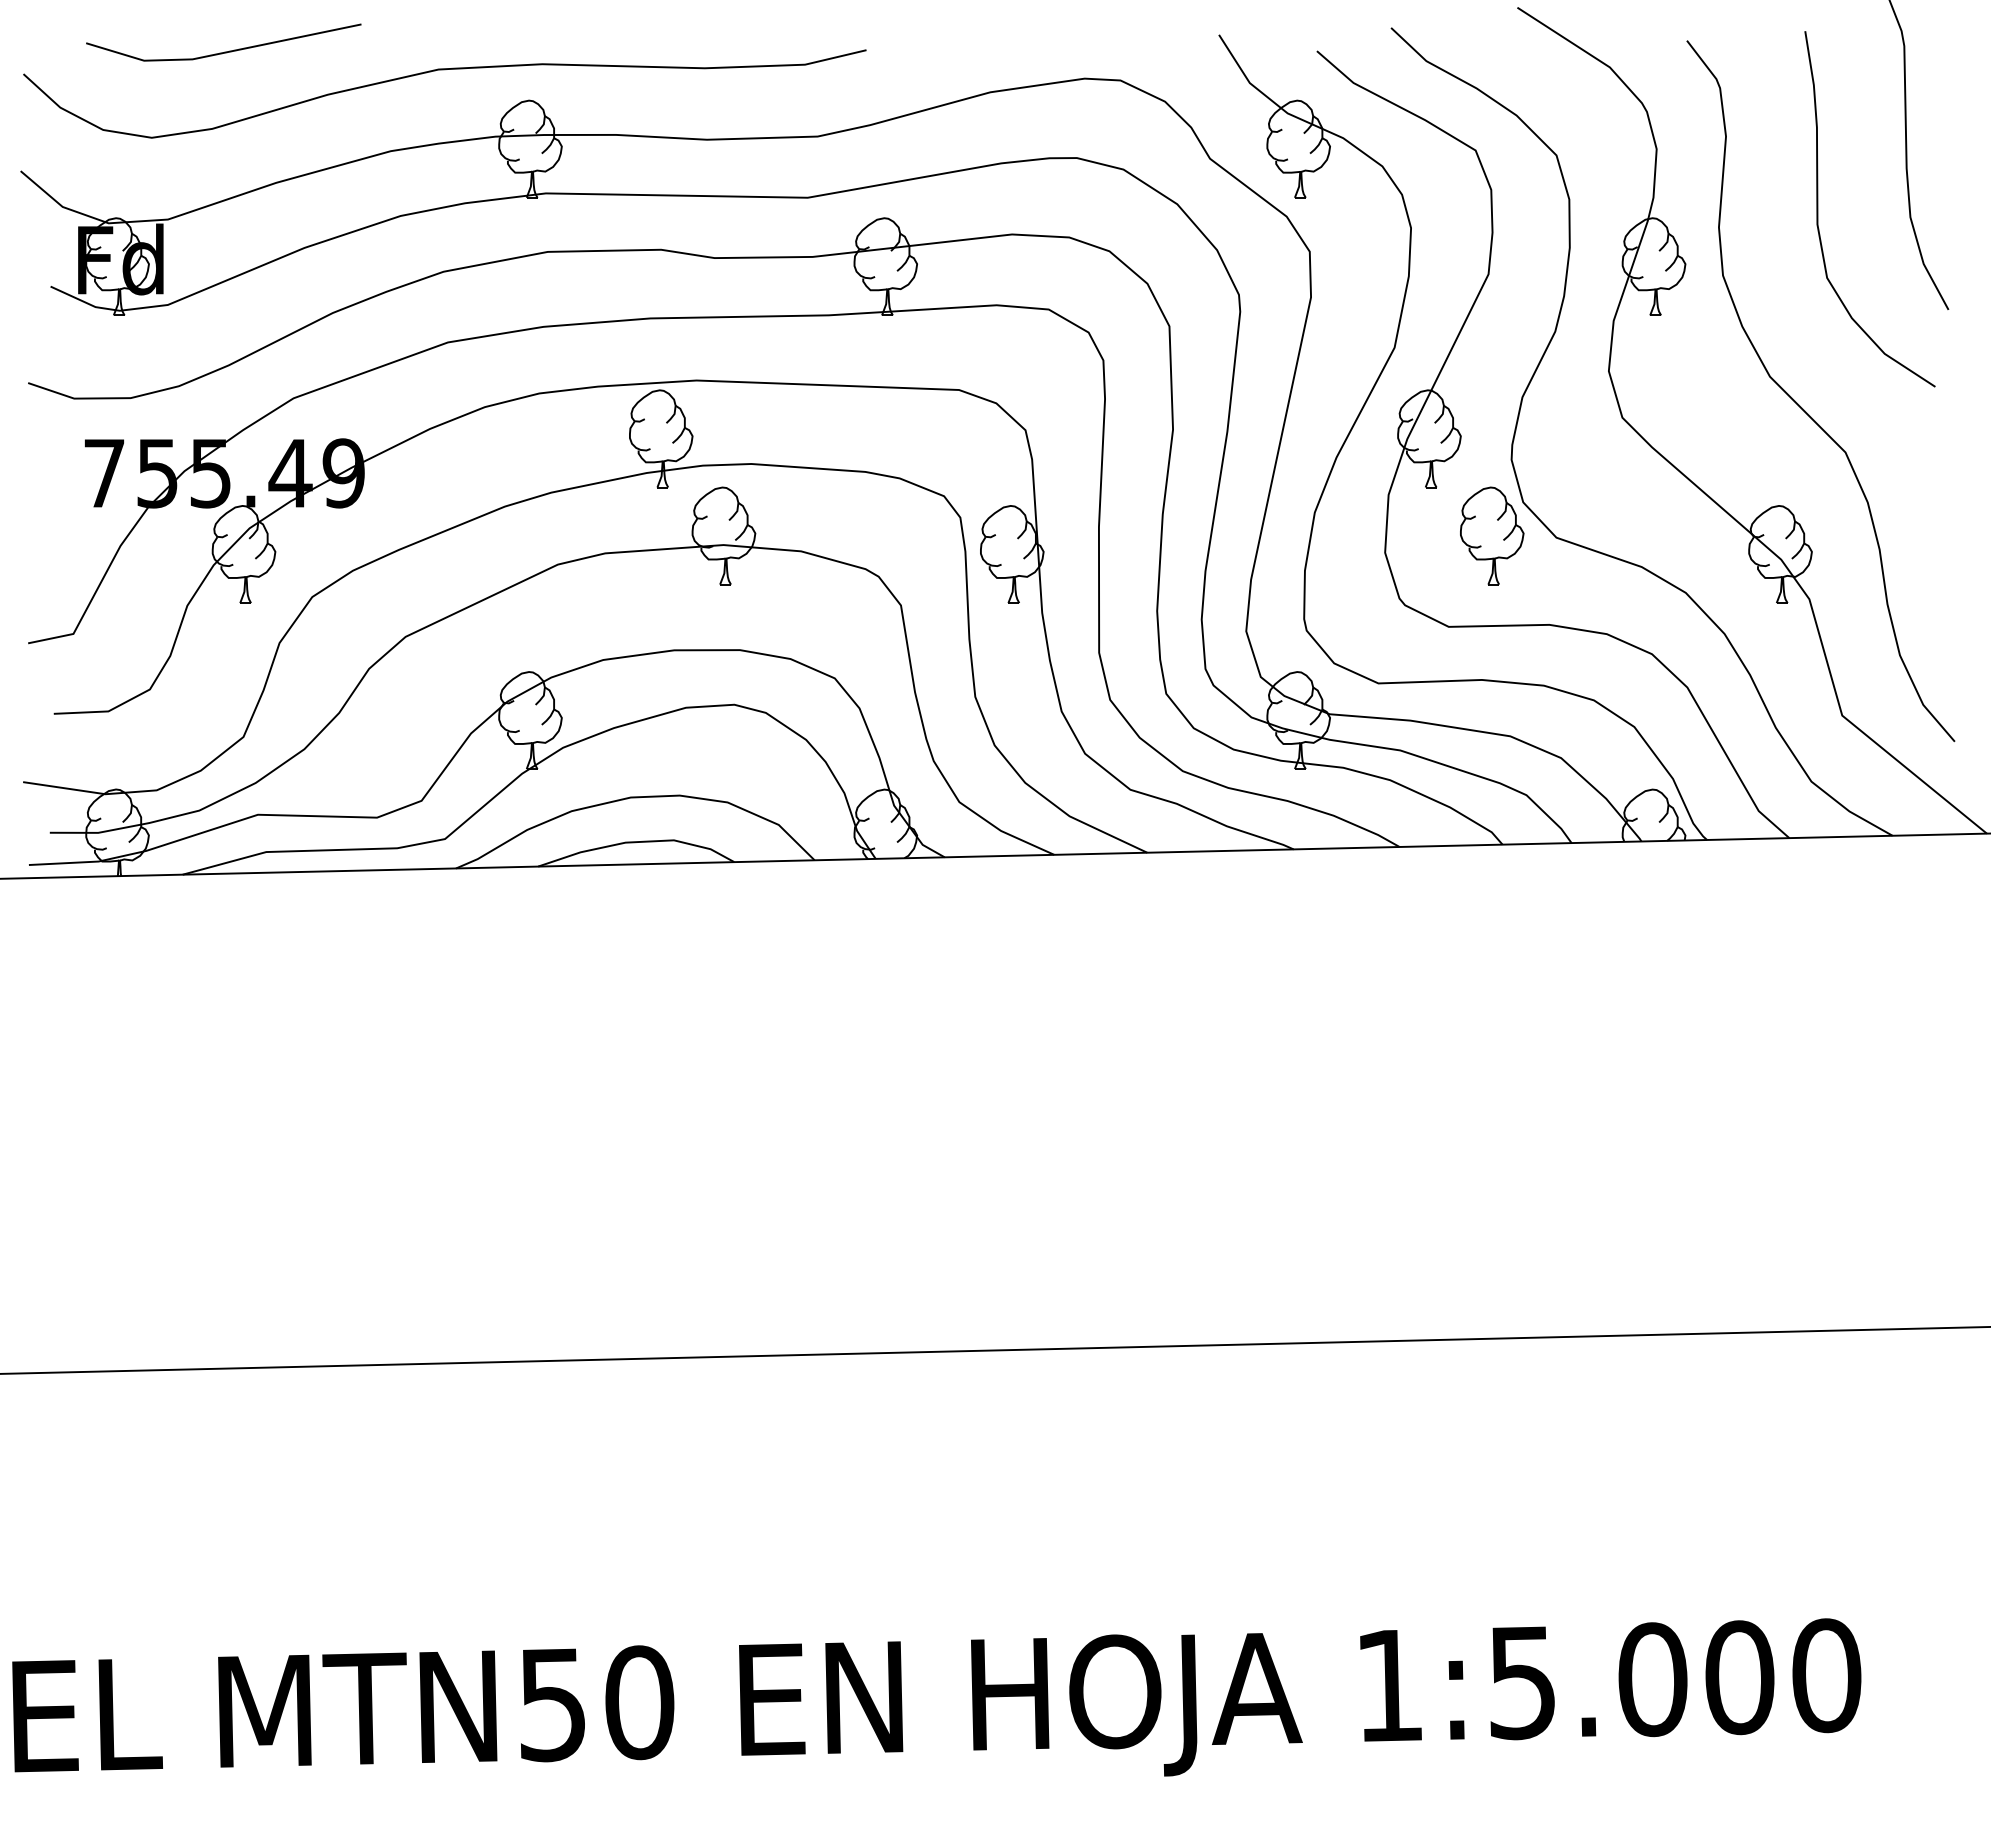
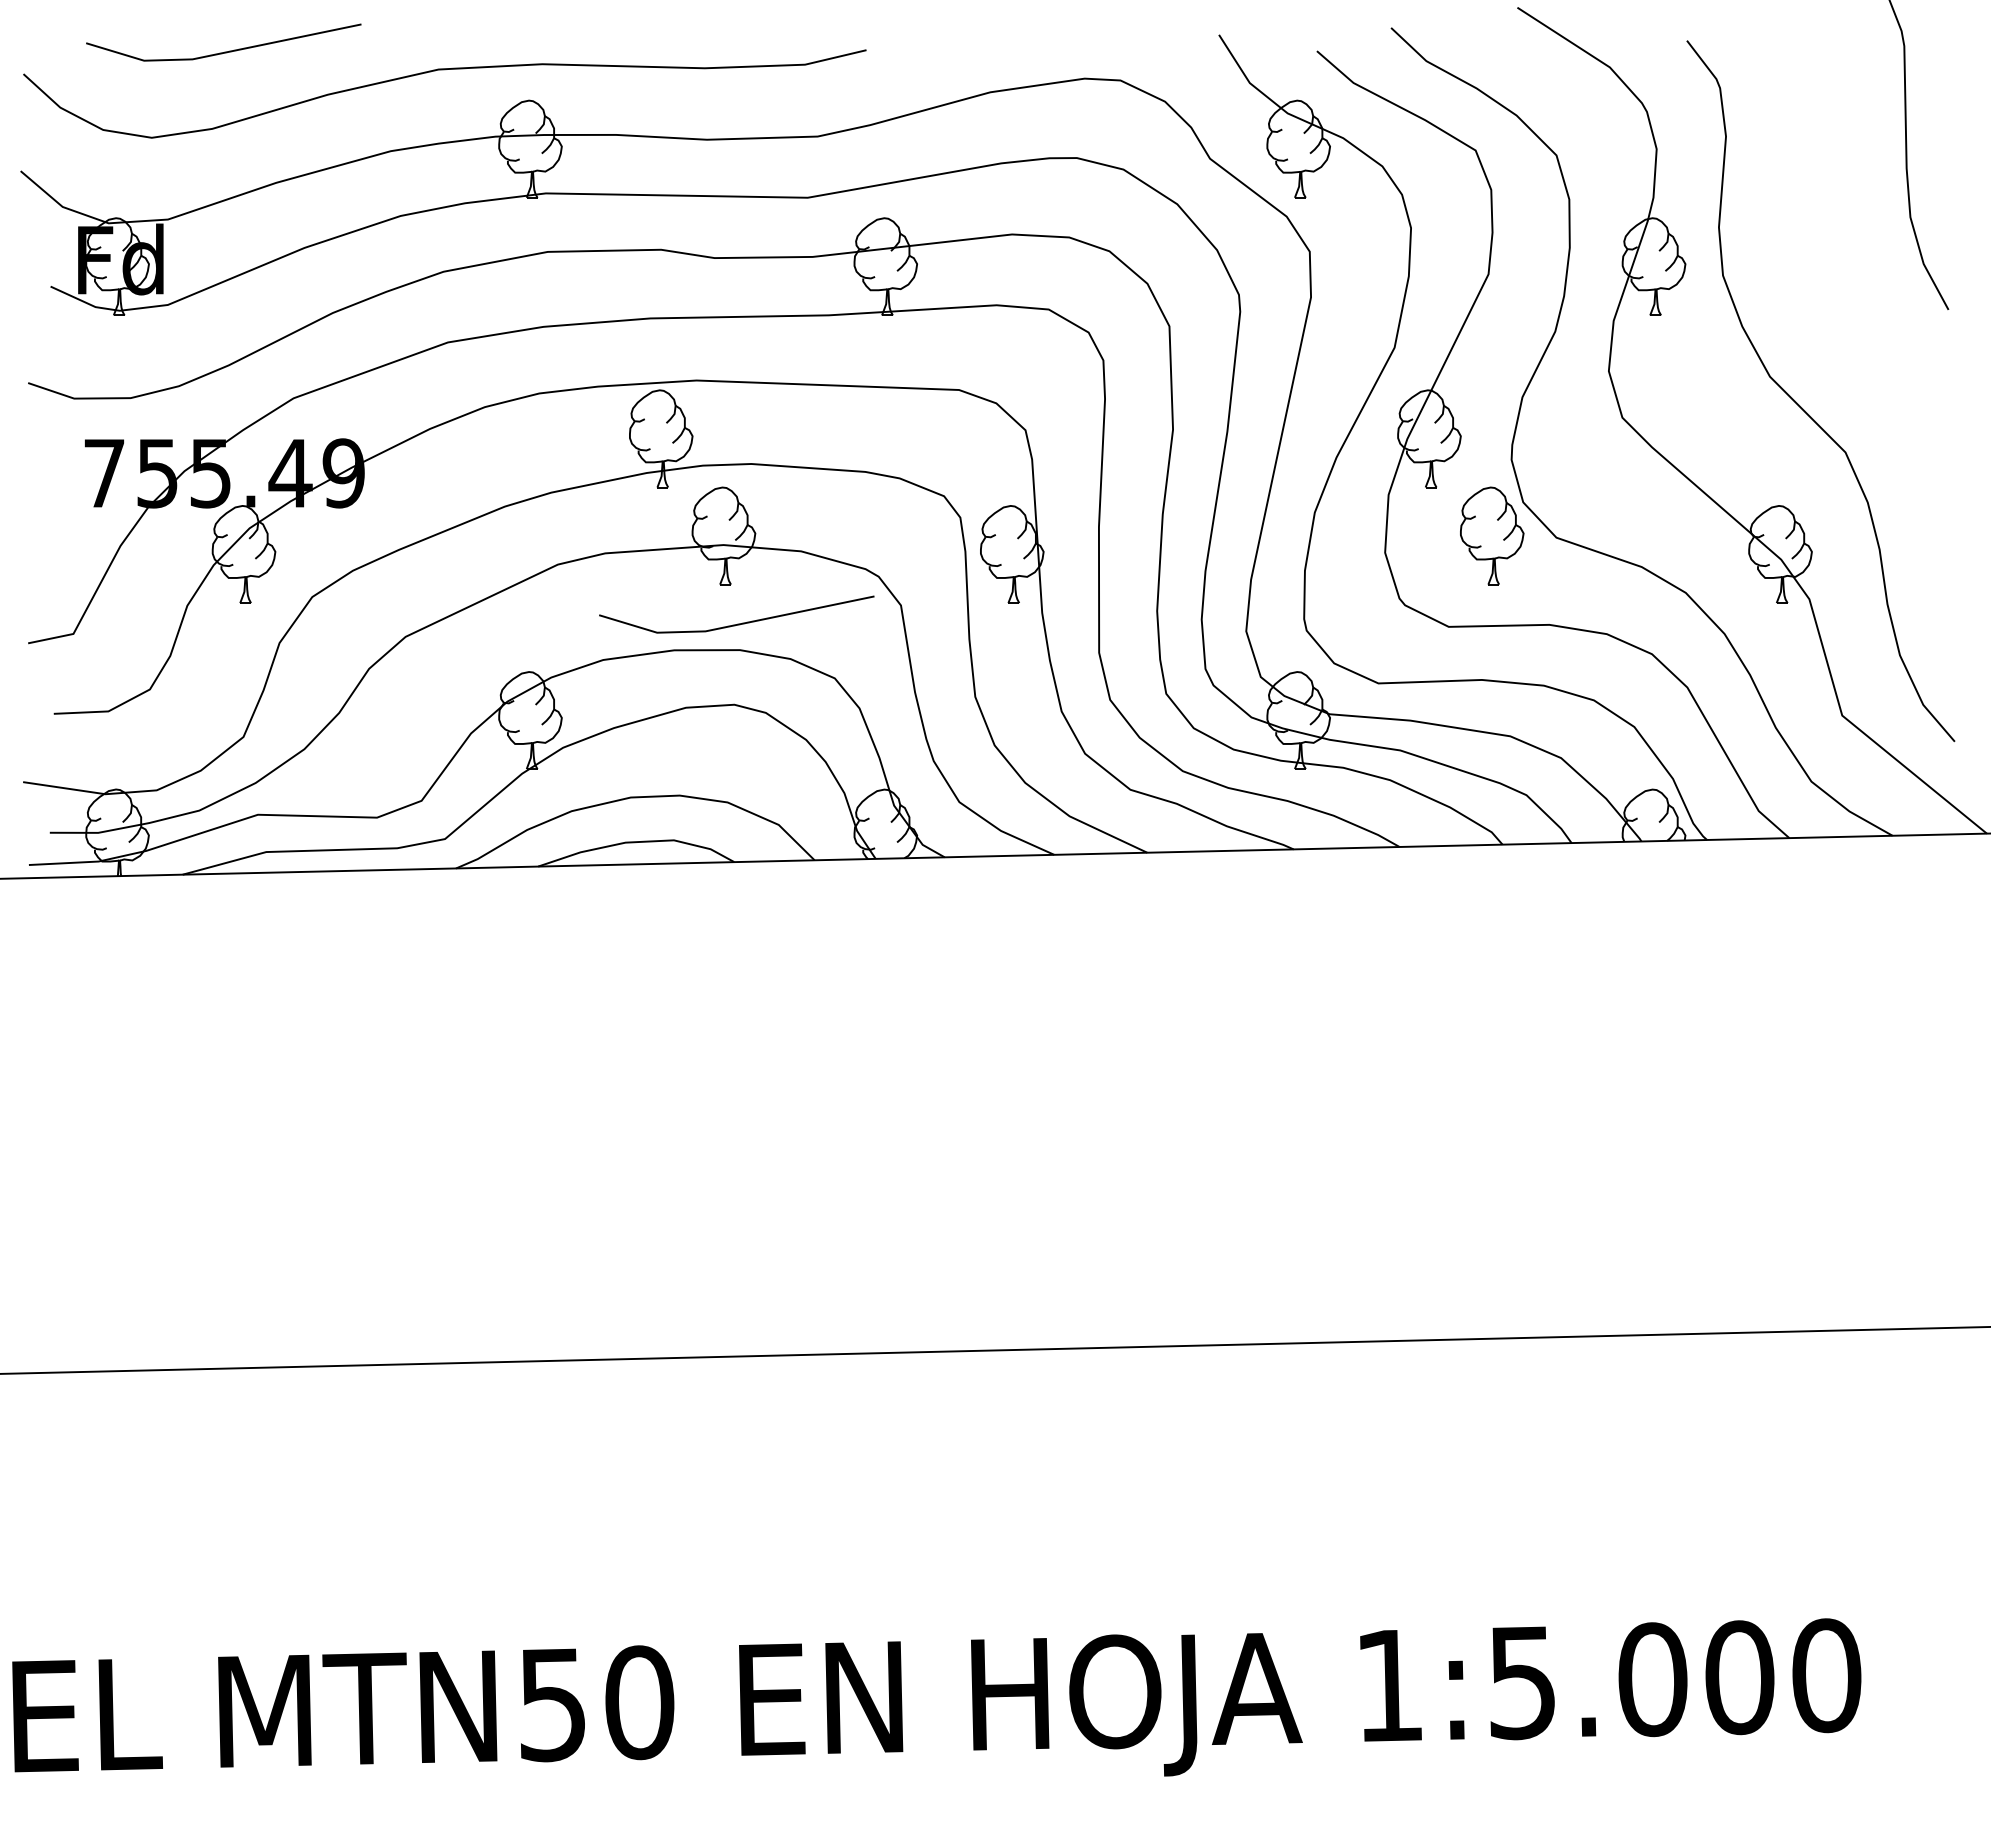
curve at (1818, 209): present -> none
line at (737, 623): none -> present
